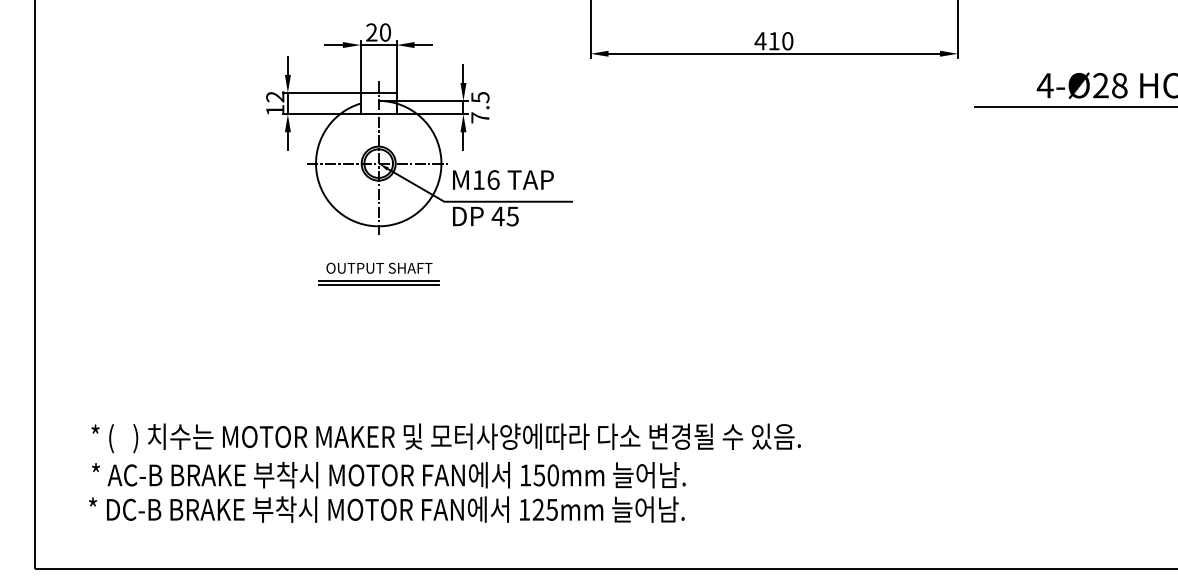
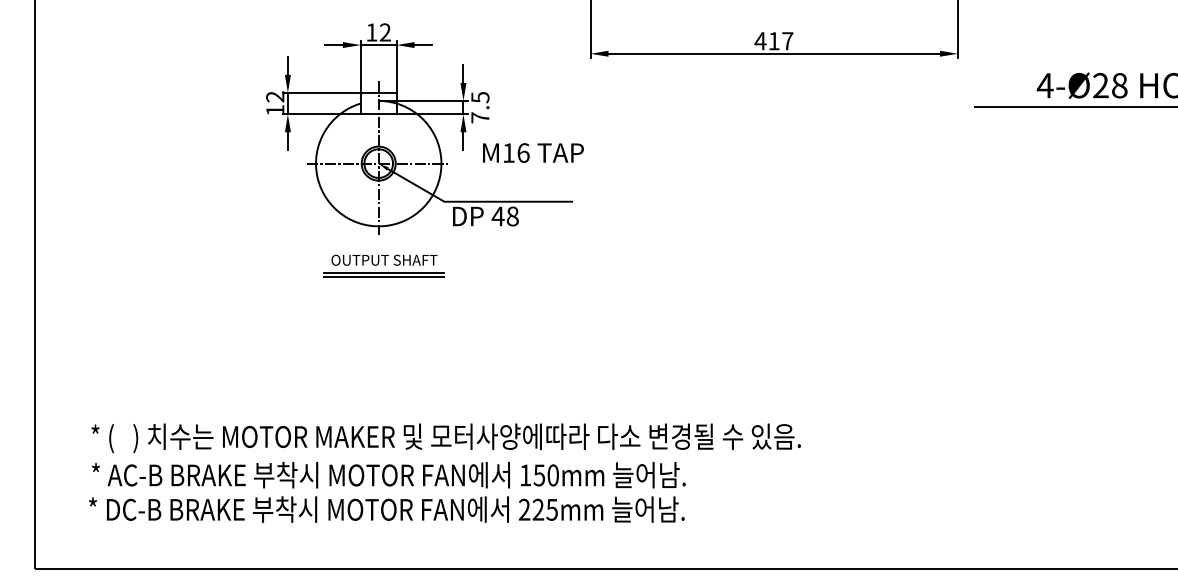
text at (378, 32): 20 -> 12
text at (787, 41): 410 -> 417
text at (503, 179) position: (503, 179) -> (533, 152)
text at (512, 216): 45 -> 48
part at (378, 273) position: (378, 273) -> (383, 265)
text at (524, 509): 125mm -> 225mm
